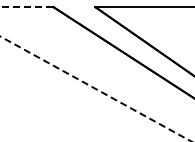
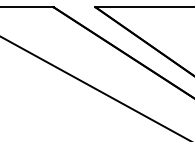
line at (26, 7): dashed -> solid
line at (96, 89): dashed -> solid
